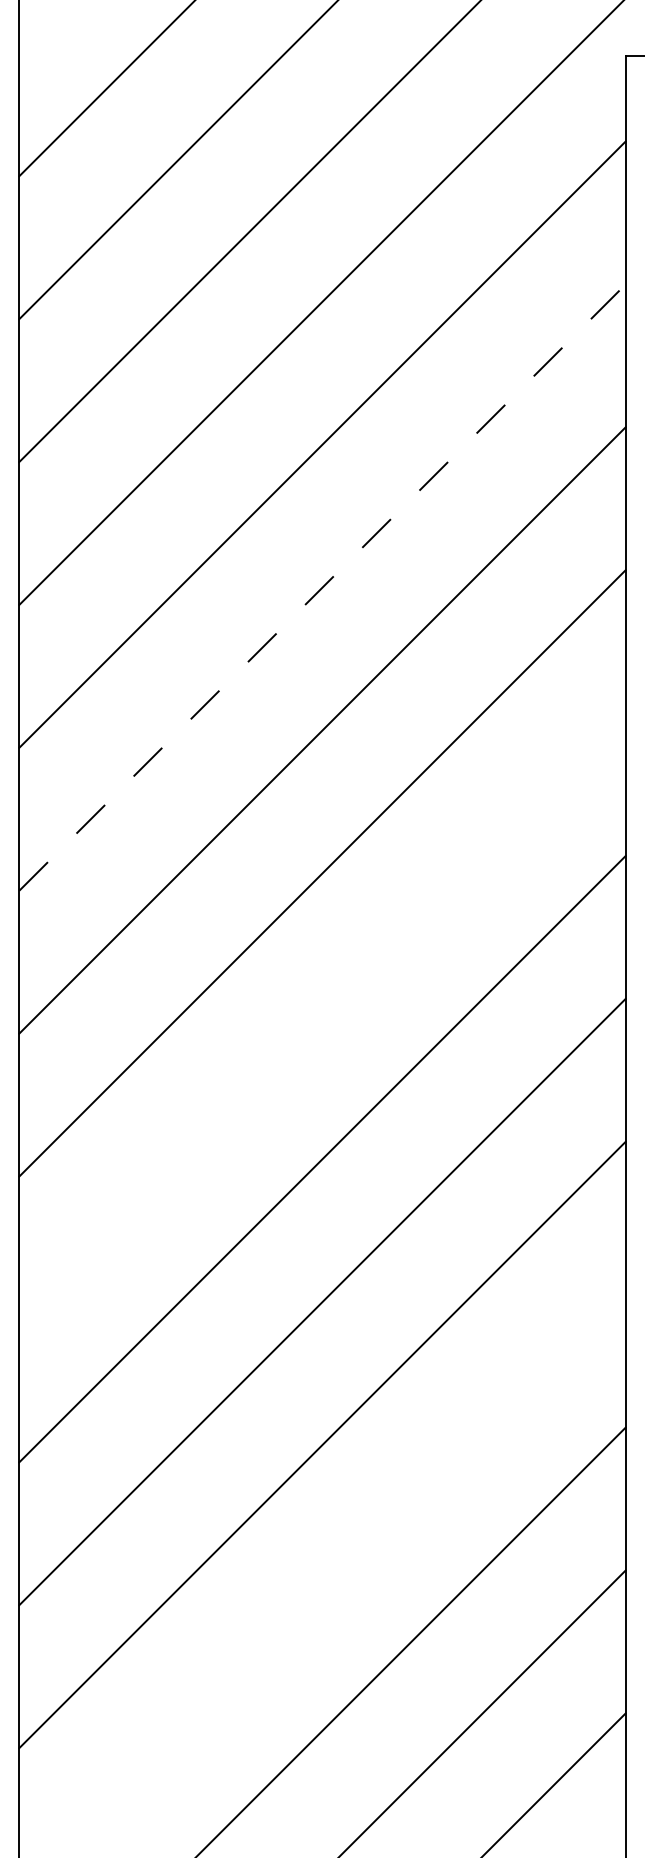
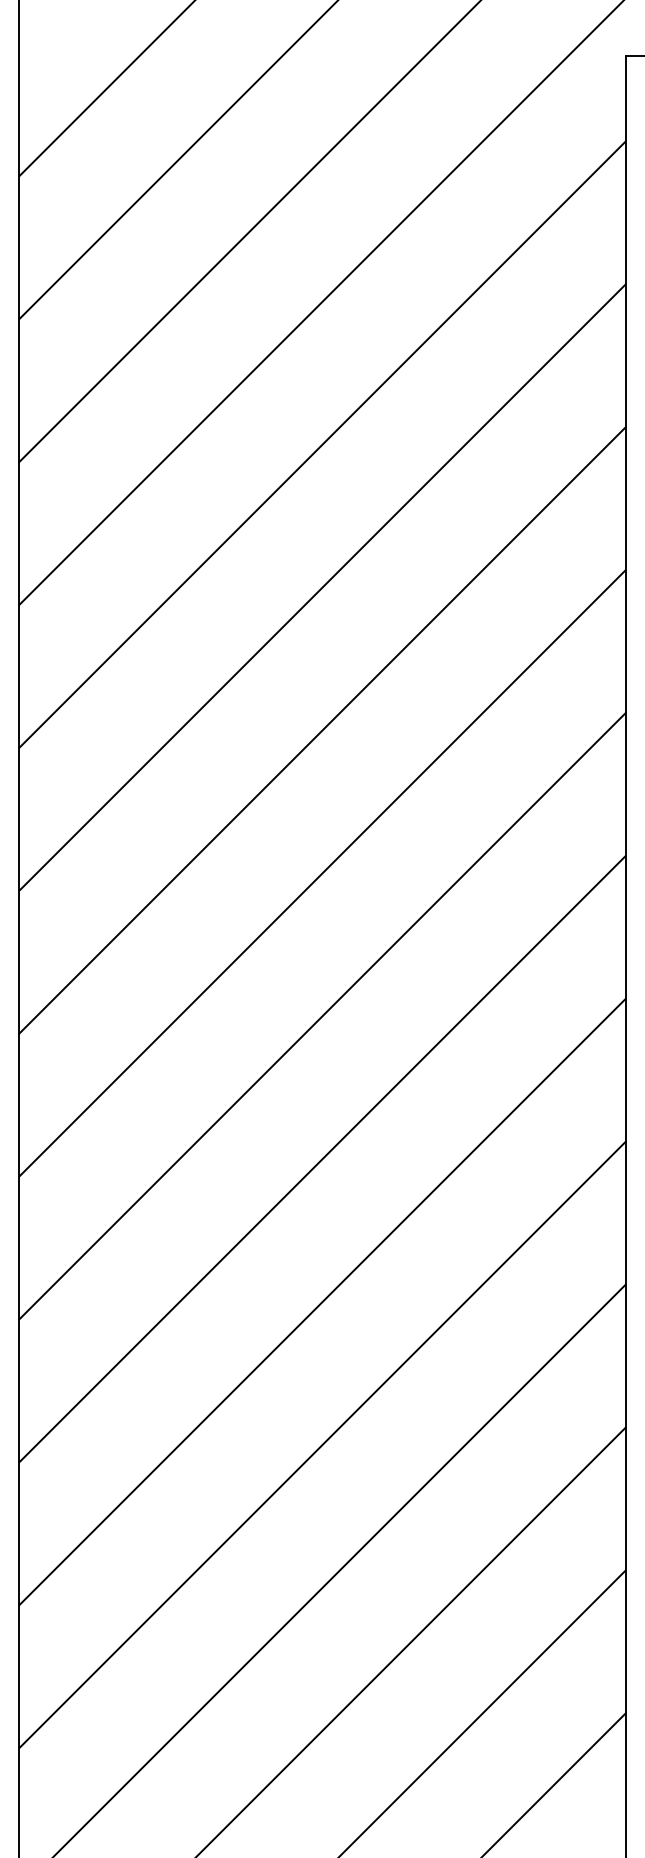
line at (322, 587): dashed -> solid
line at (322, 1016): none -> present
line at (340, 1569): none -> present
